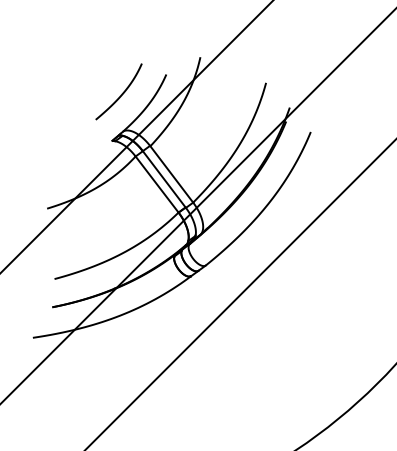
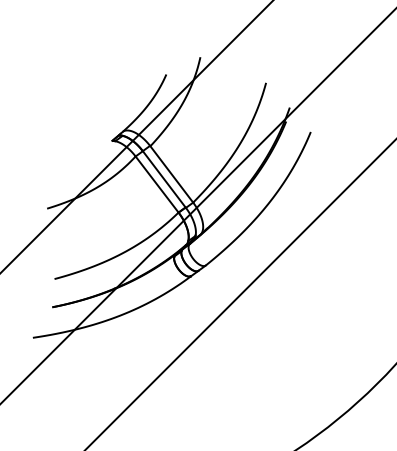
curve at (121, 93): present -> none
